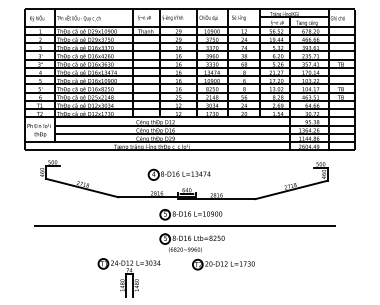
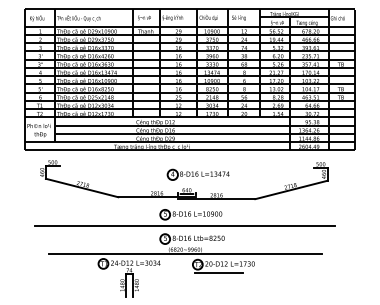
part at (178, 174) position: (178, 174) -> (197, 174)
line at (185, 254): none -> present
line at (218, 273): none -> present
